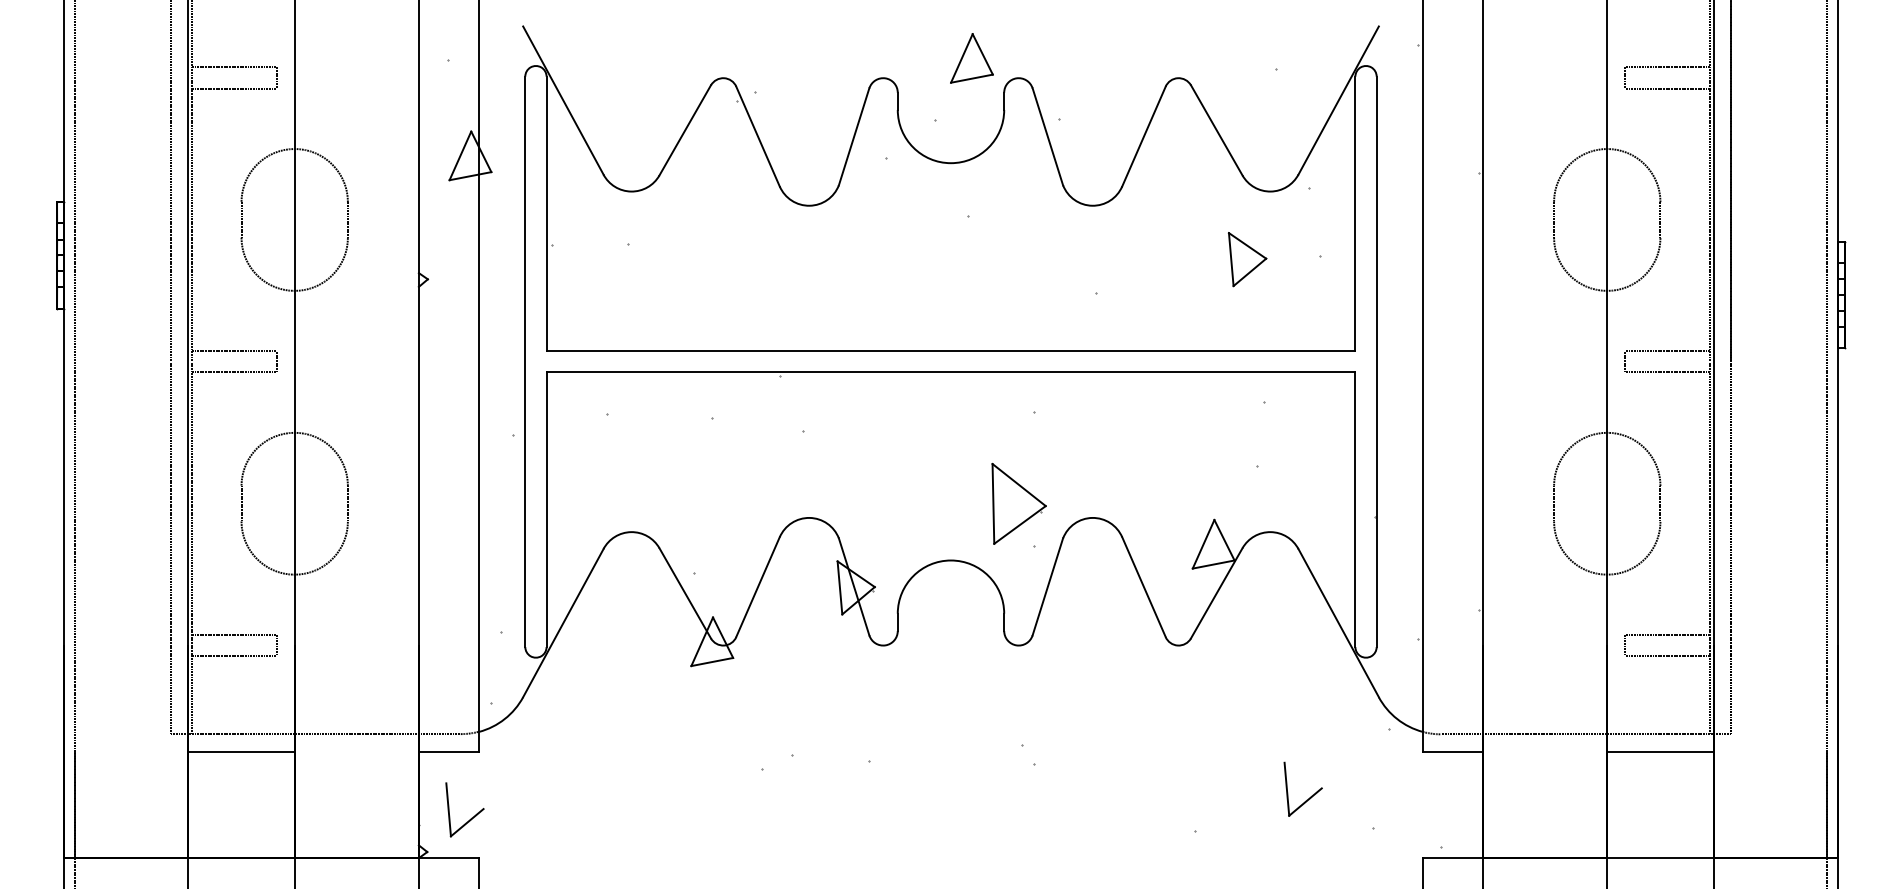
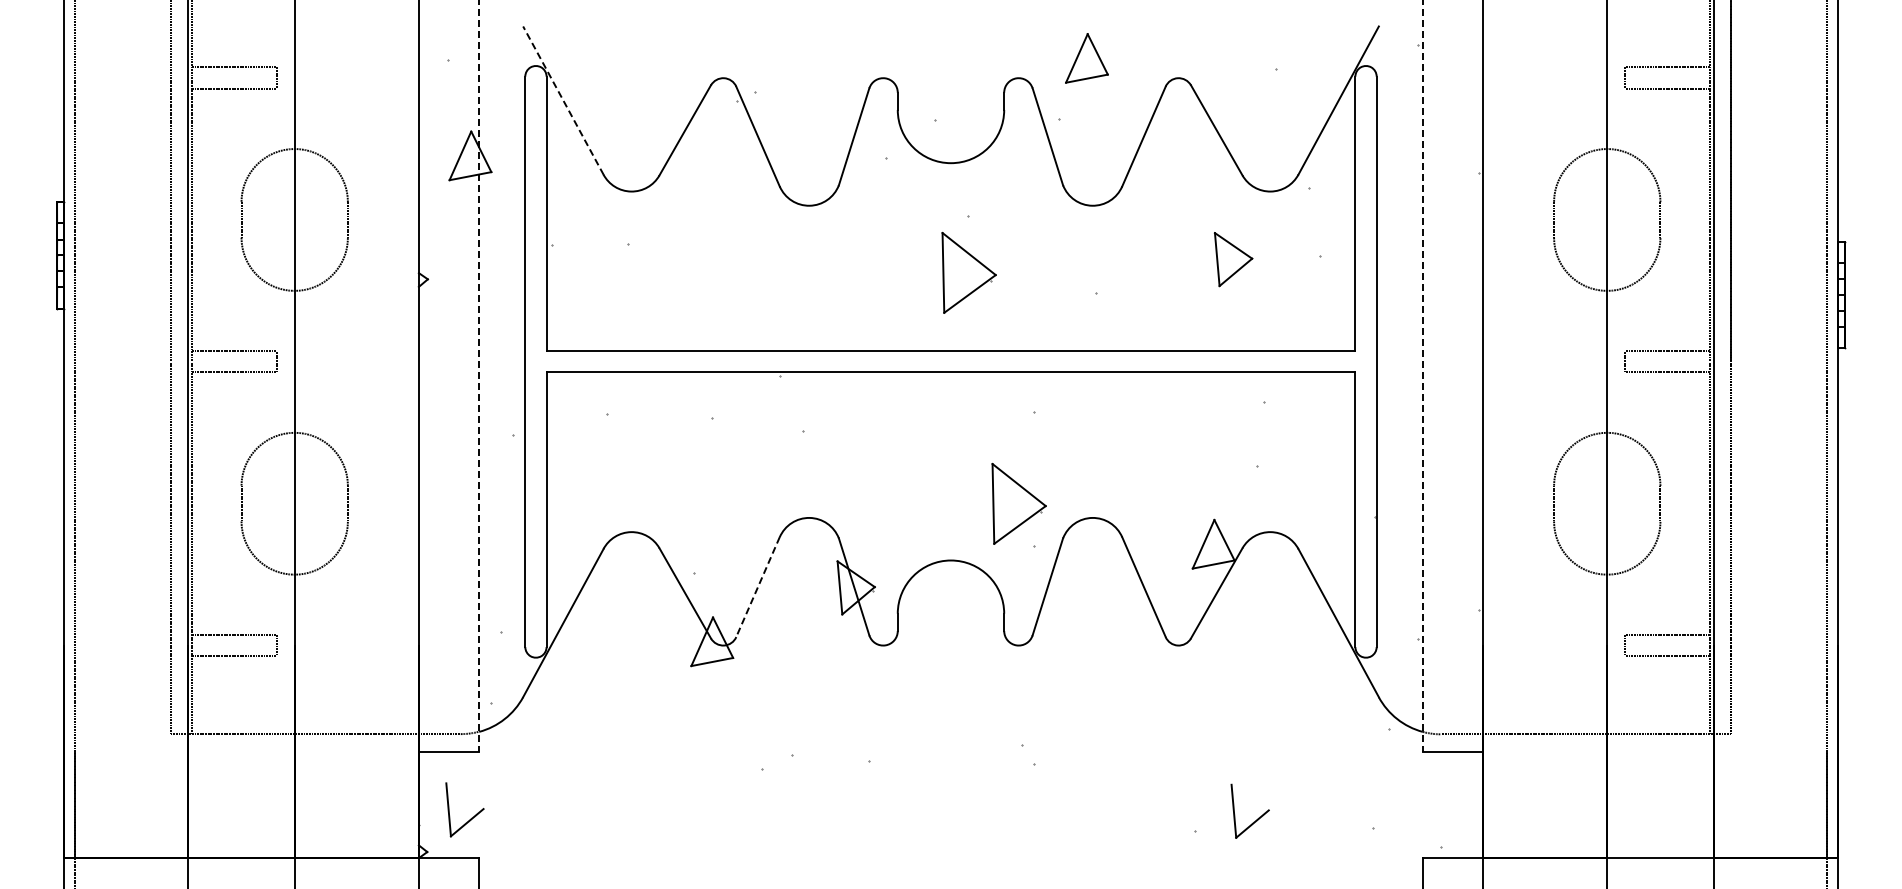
part at (971, 58) position: (971, 58) -> (1086, 58)
line at (563, 100): solid -> dashed
part at (1247, 259) position: (1247, 259) -> (1233, 259)
part at (968, 272): none -> present
line at (479, 376): solid -> dashed
line at (1422, 376): solid -> dashed
line at (757, 587): solid -> dashed
line at (241, 752): present -> none
line at (1660, 752): present -> none
part at (1310, 796) position: (1310, 796) -> (1257, 818)
